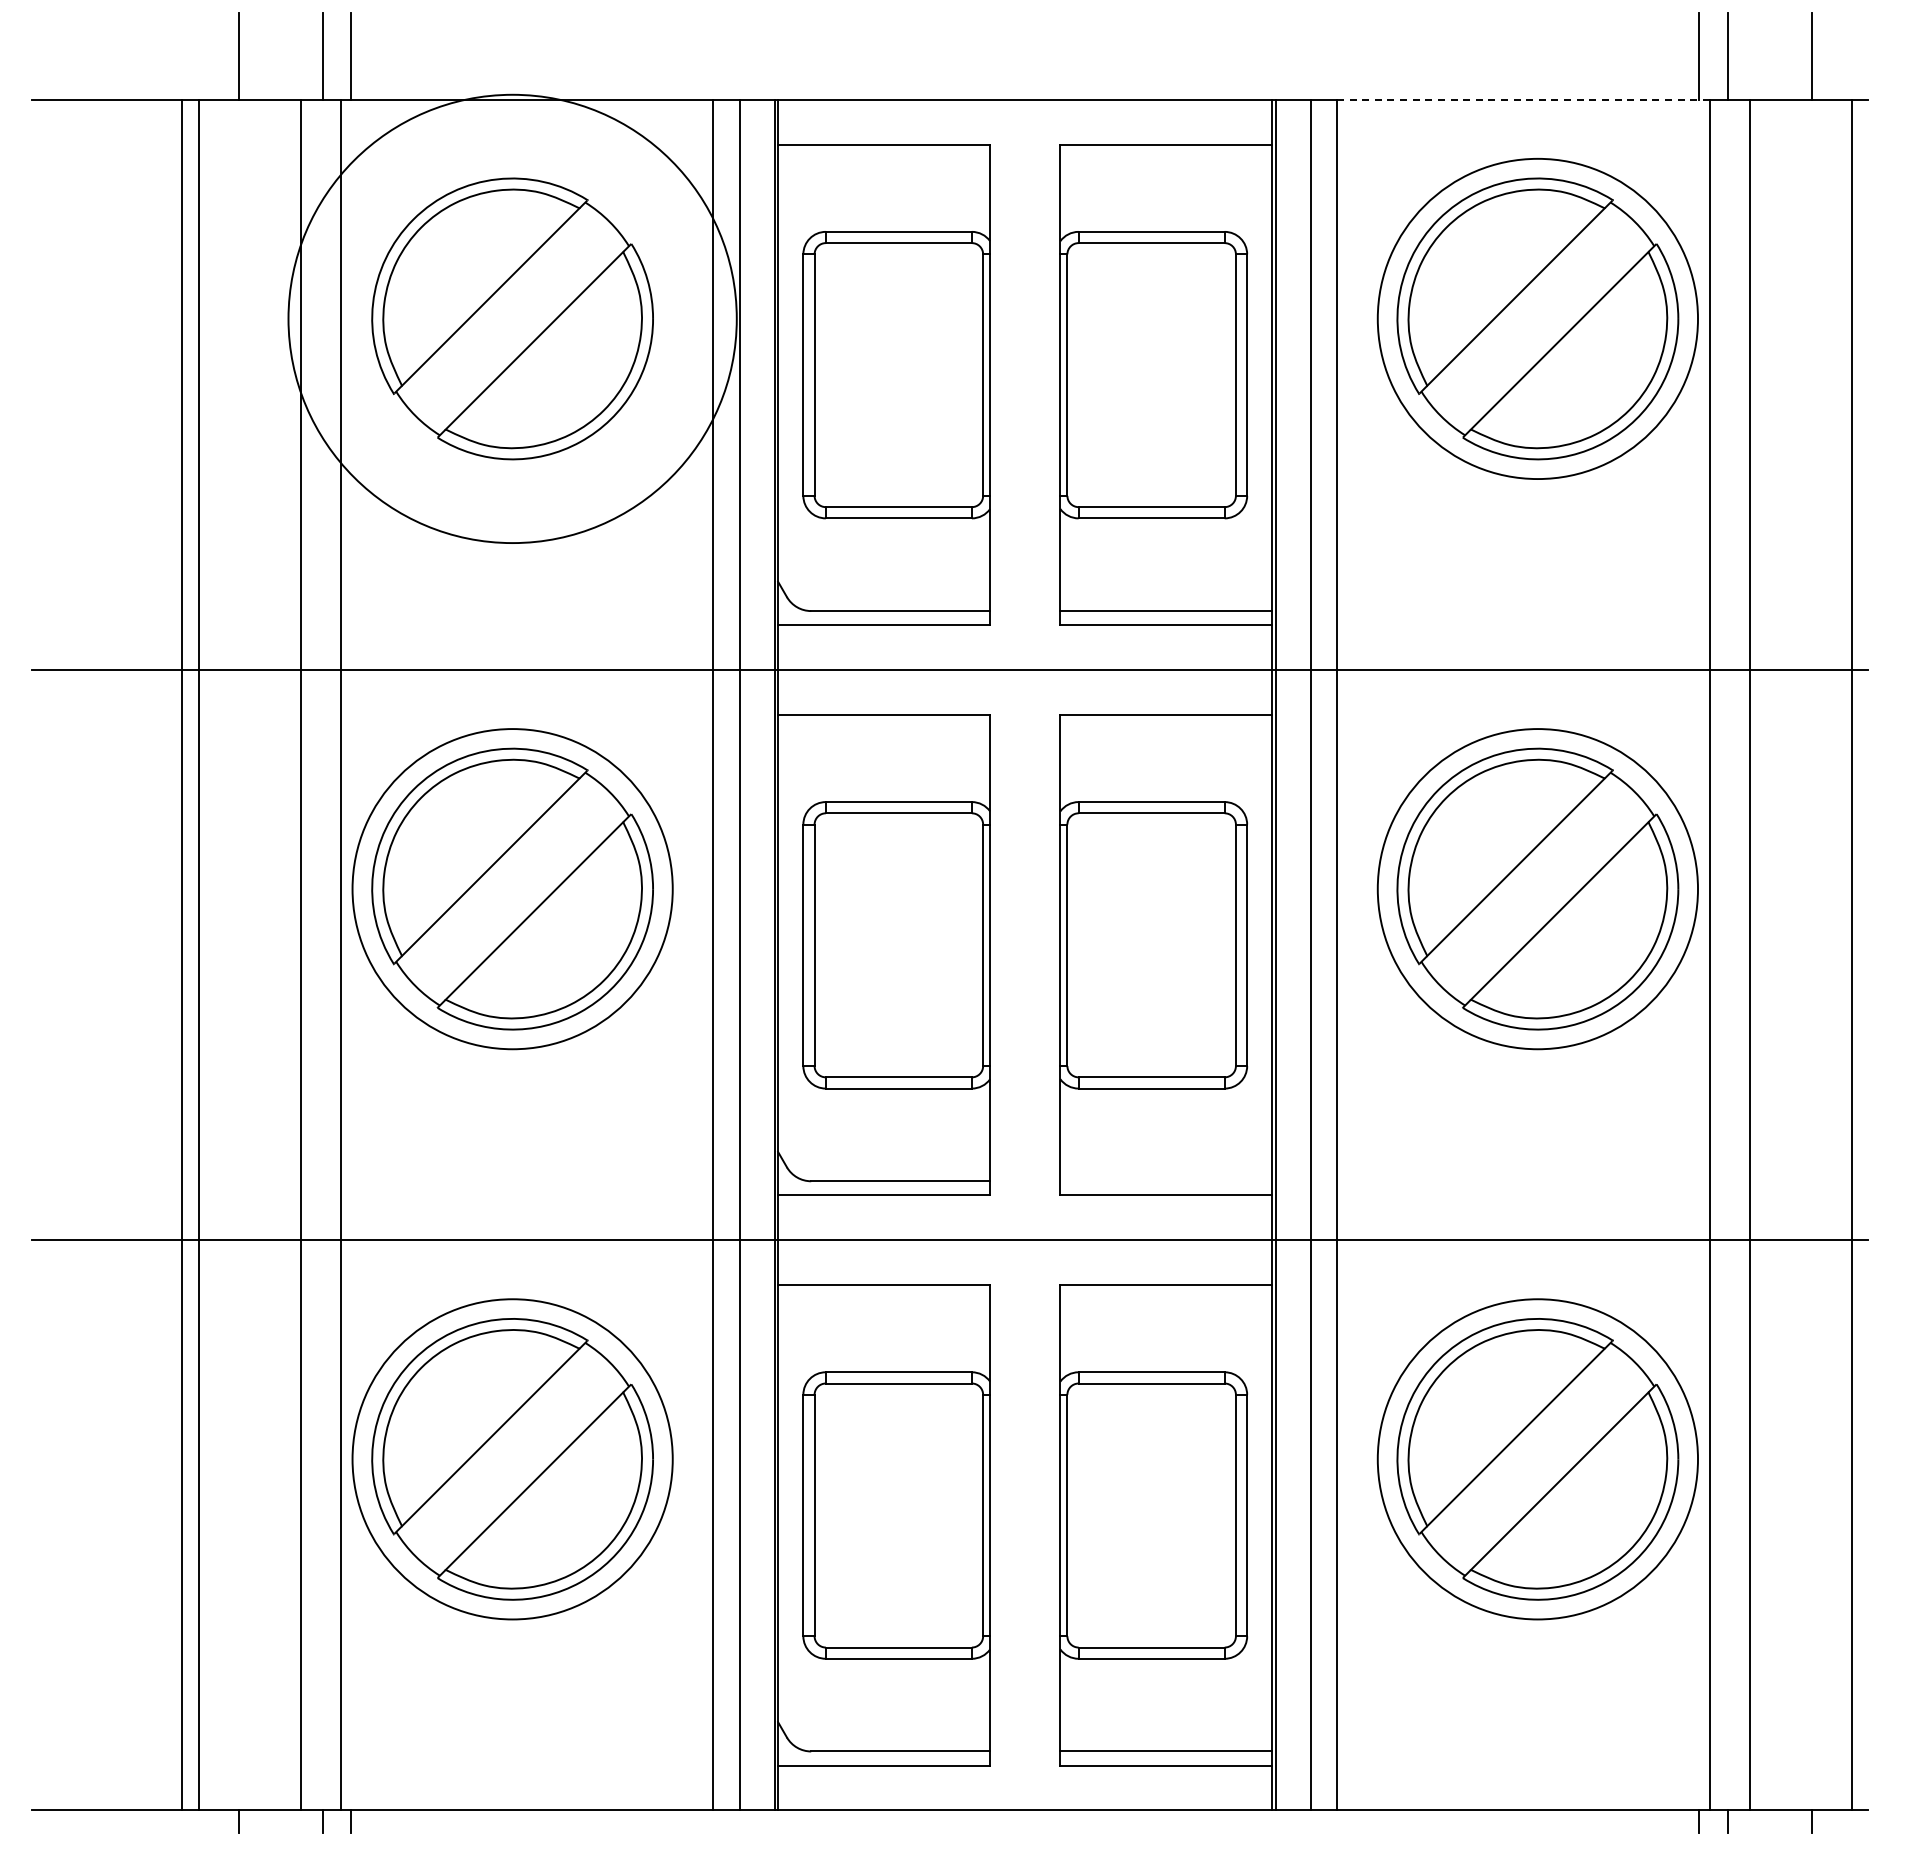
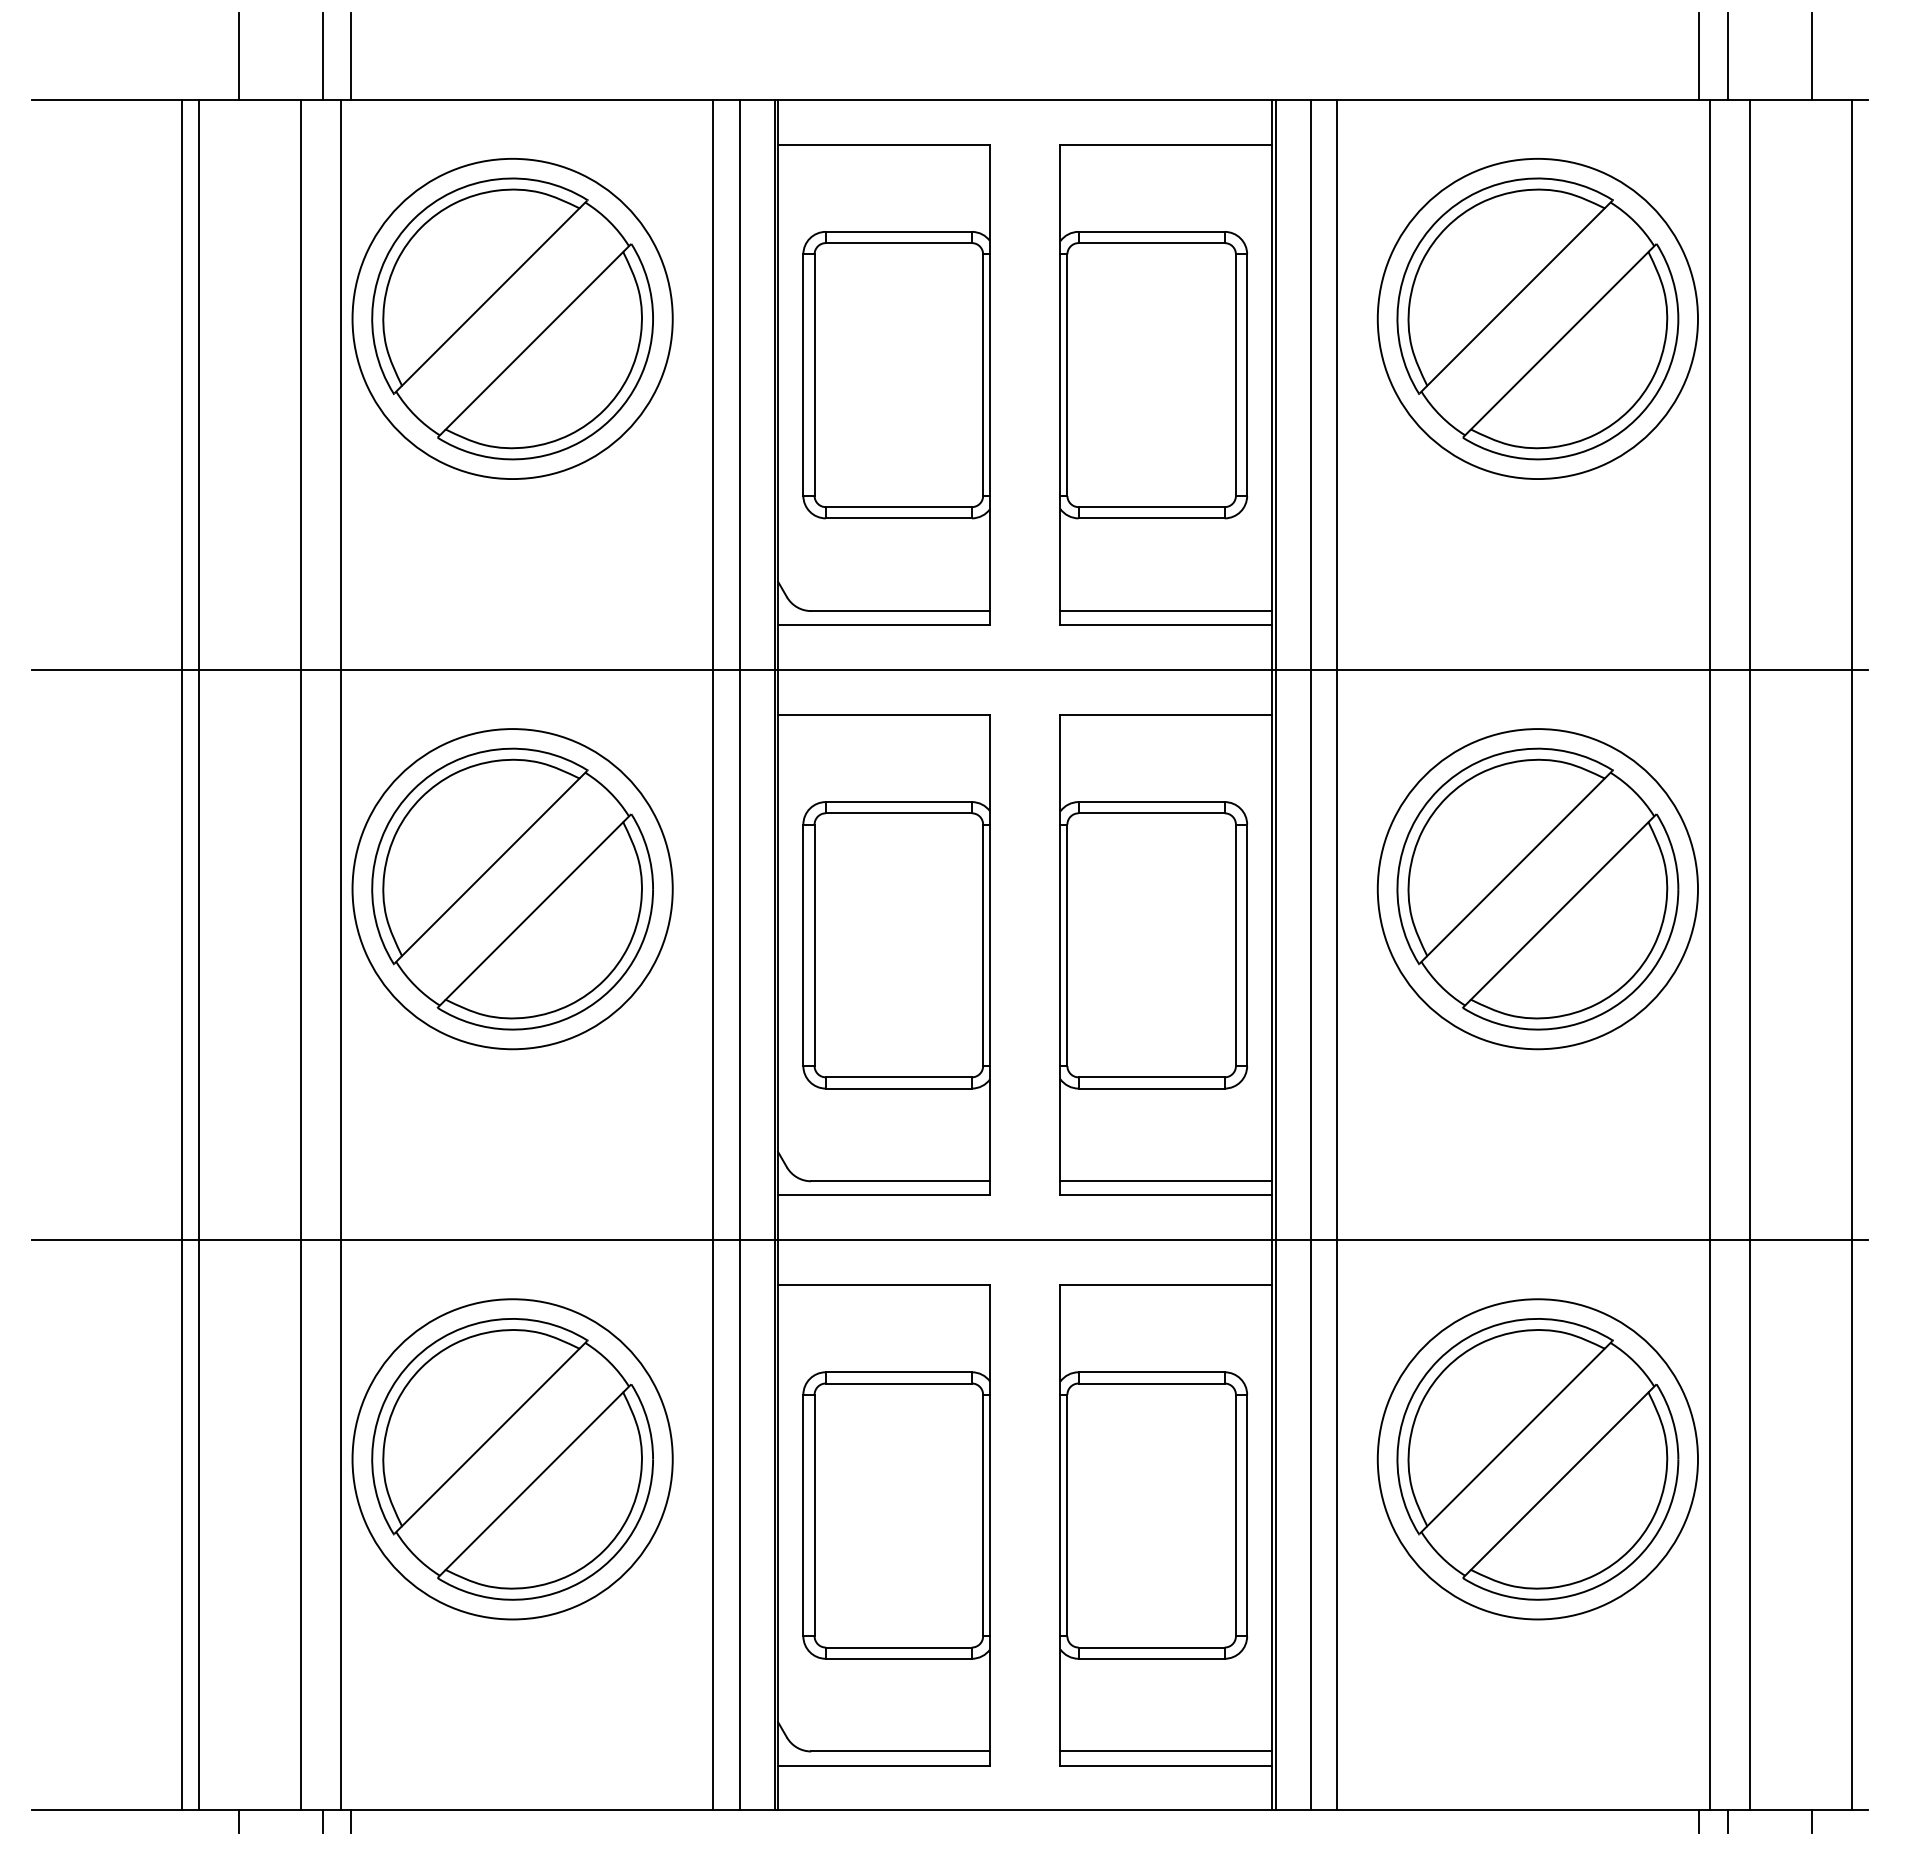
line at (1522, 99): dashed -> solid
circle at (512, 318) diameter: 448 px -> 320 px
line at (1166, 1181): none -> present
